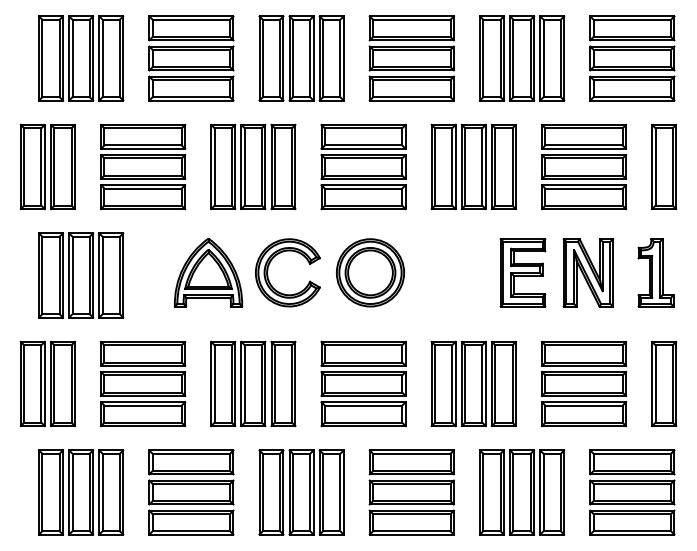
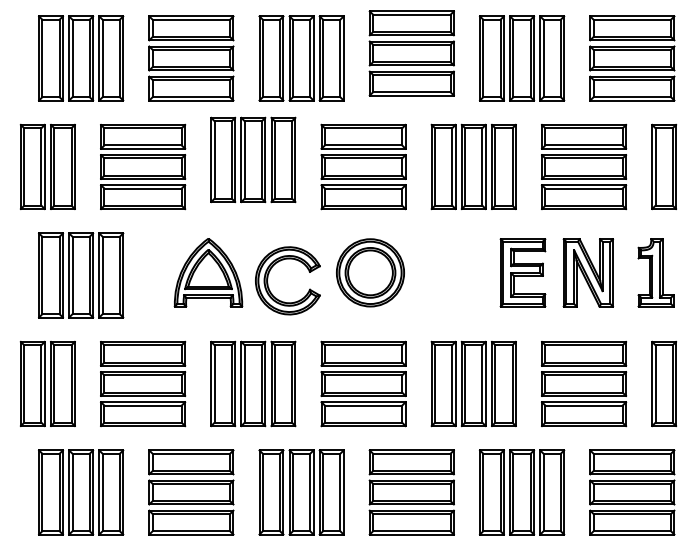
part at (411, 58) position: (411, 58) -> (411, 53)
part at (253, 166) position: (253, 166) -> (253, 159)
part at (268, 270) position: (268, 270) -> (268, 278)
